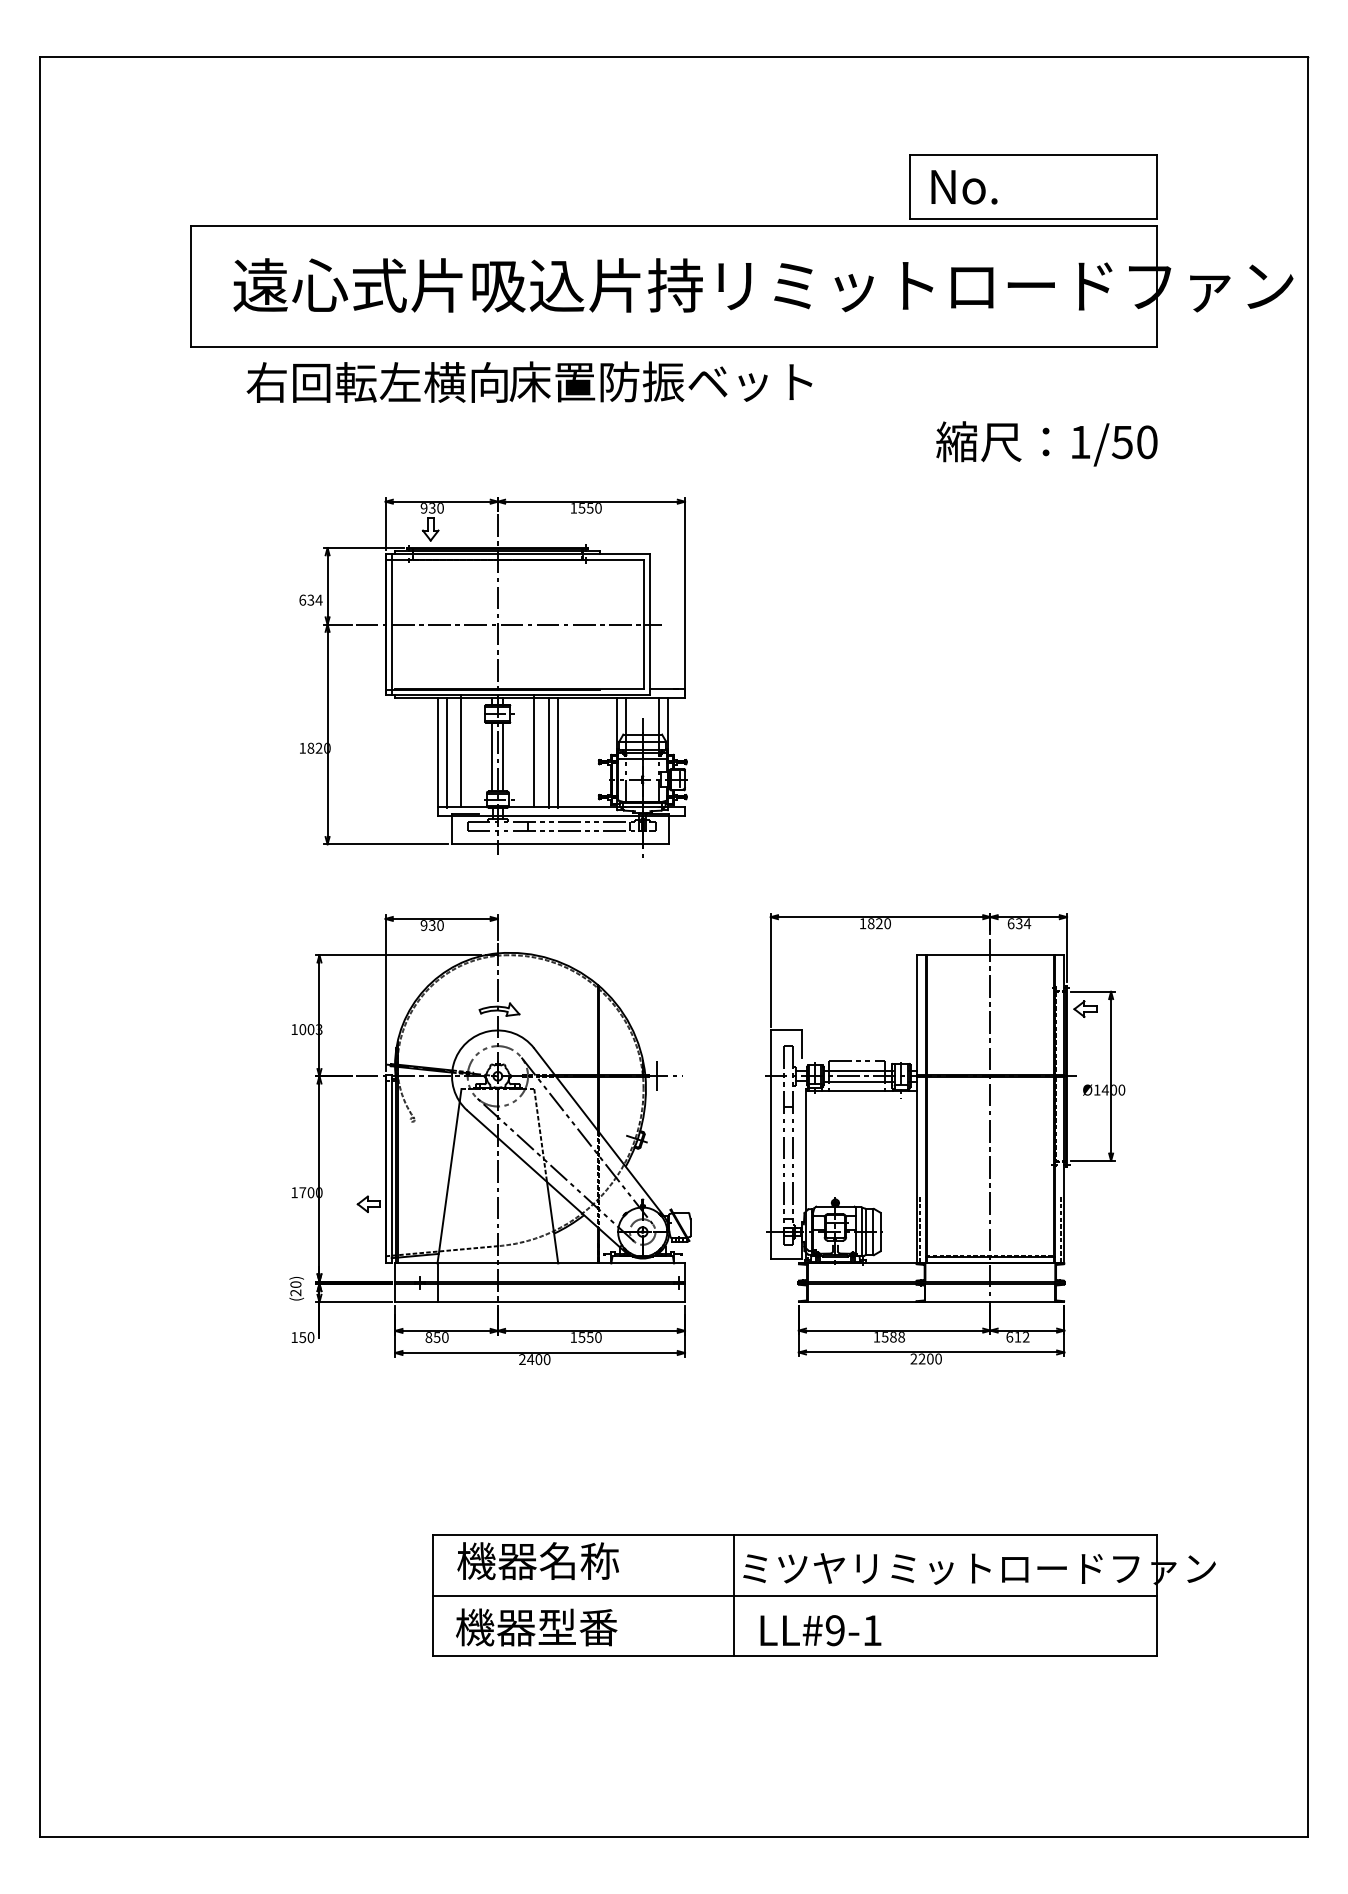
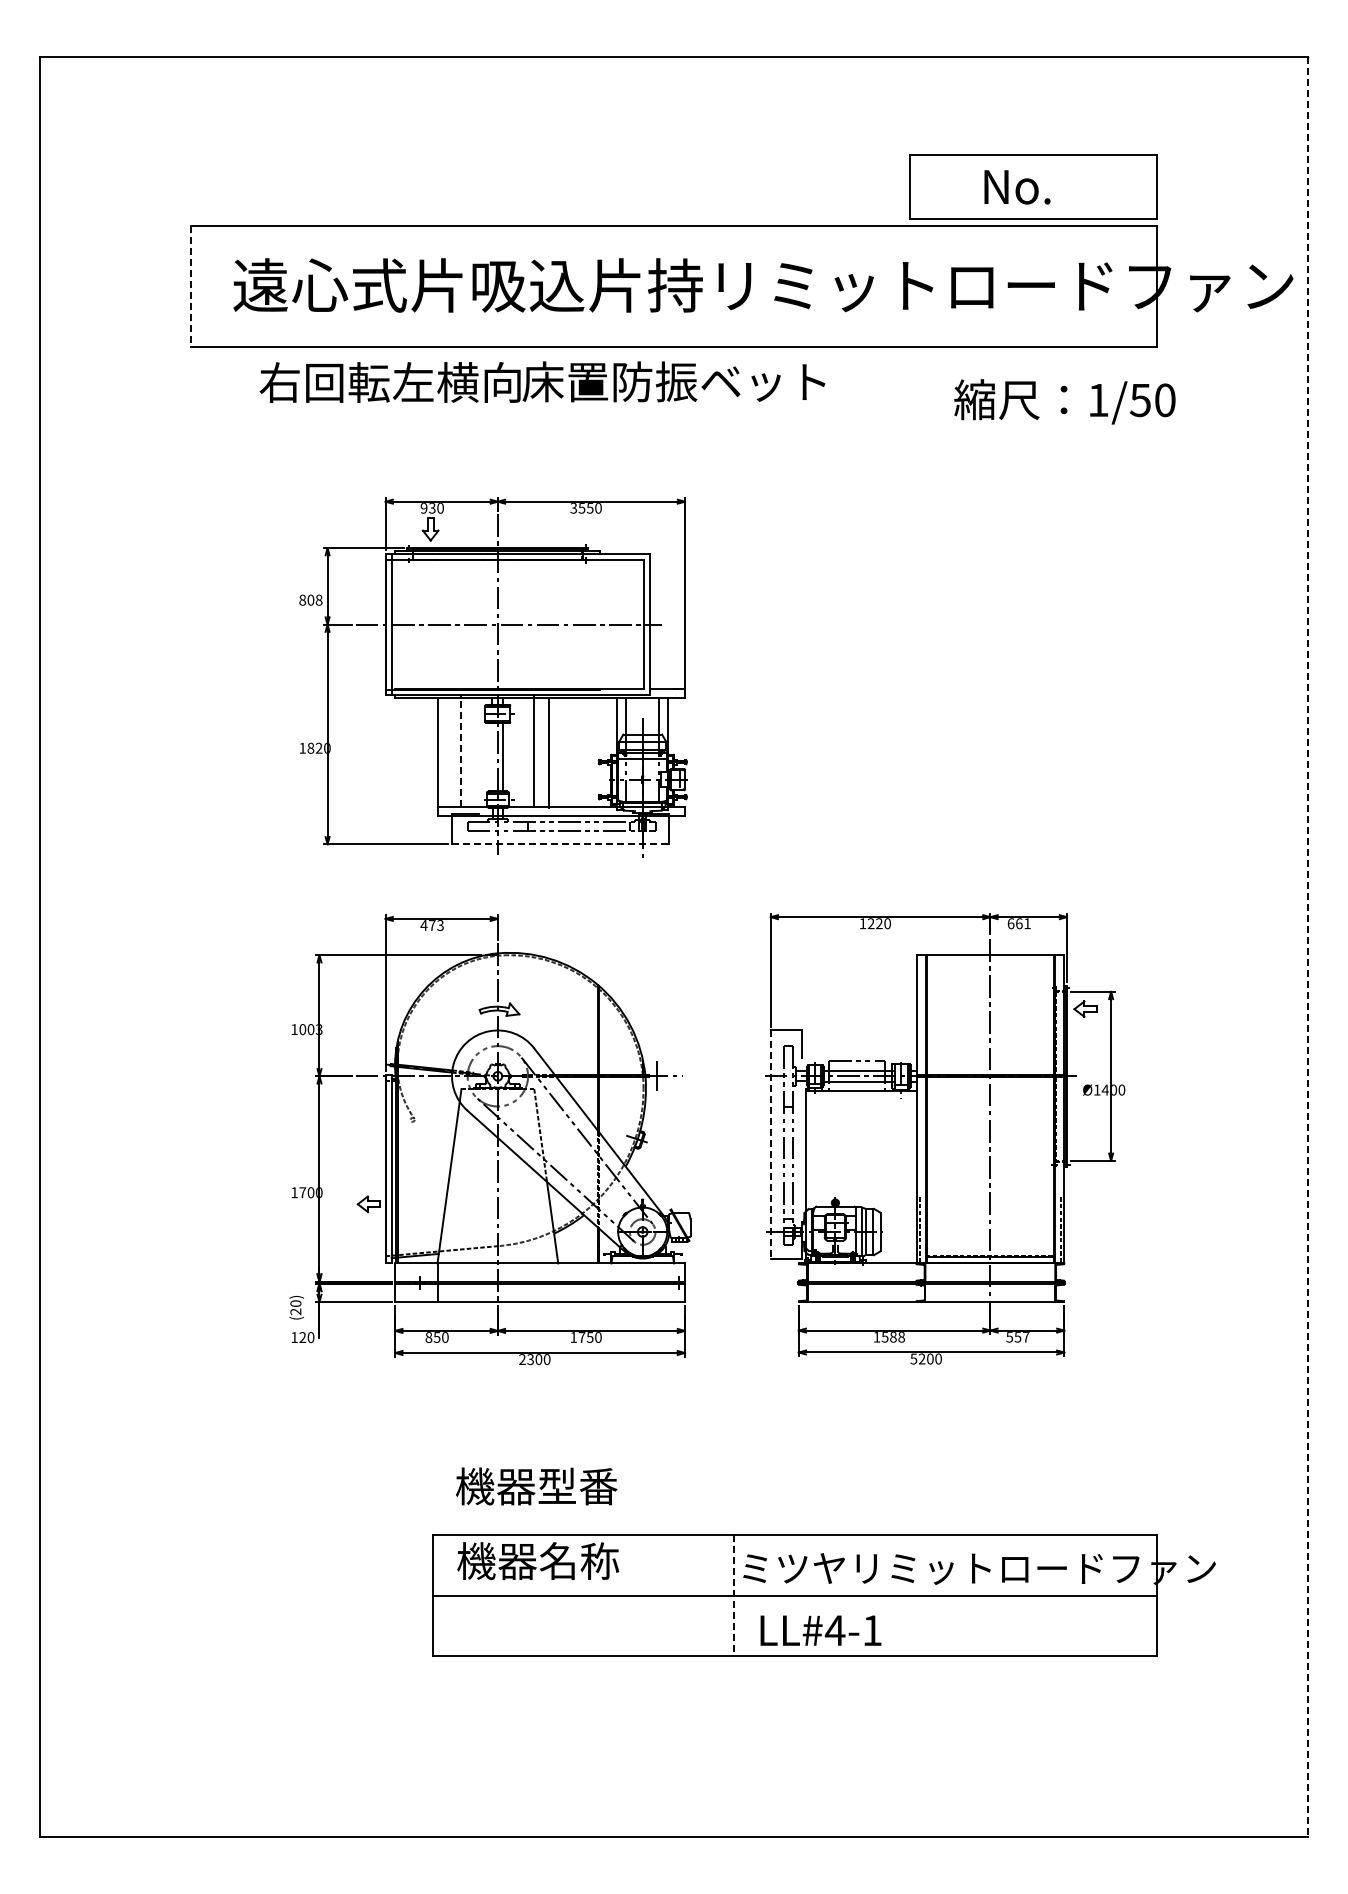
text at (964, 187) position: (964, 187) -> (1017, 187)
line at (191, 287): solid -> dashed
text at (529, 381) position: (529, 381) -> (542, 381)
text at (1046, 443) position: (1046, 443) -> (1064, 401)
text at (573, 508): 1550 -> 3550
text at (310, 599): 634 -> 808
line at (461, 750): solid -> dashed
line at (446, 753): present -> none
line at (558, 753): present -> none
line at (492, 756): present -> none
line at (560, 844): solid -> dashed
text at (870, 923): 1820 -> 1220
text at (1023, 923): 634 -> 661
text at (431, 925): 930 -> 473
line at (1307, 947): solid -> dashed
line at (770, 1145): solid -> dashed
text at (296, 1288) position: (296, 1288) -> (296, 1307)
text at (302, 1337): 150 -> 120
text at (581, 1337): 1550 -> 1750
text at (1017, 1337): 612 -> 557
text at (913, 1358): 2200 -> 5200
text at (530, 1359): 2400 -> 2300
line at (734, 1596): solid -> dashed
text at (536, 1627) position: (536, 1627) -> (536, 1486)
text at (834, 1630): LL#9-1 -> LL#4-1
